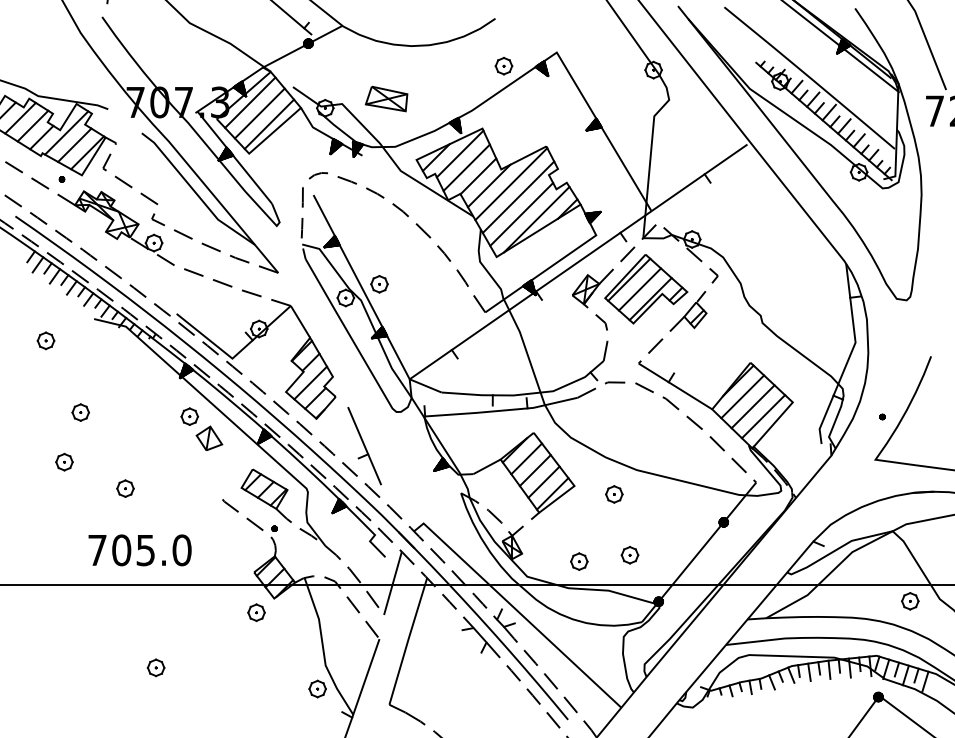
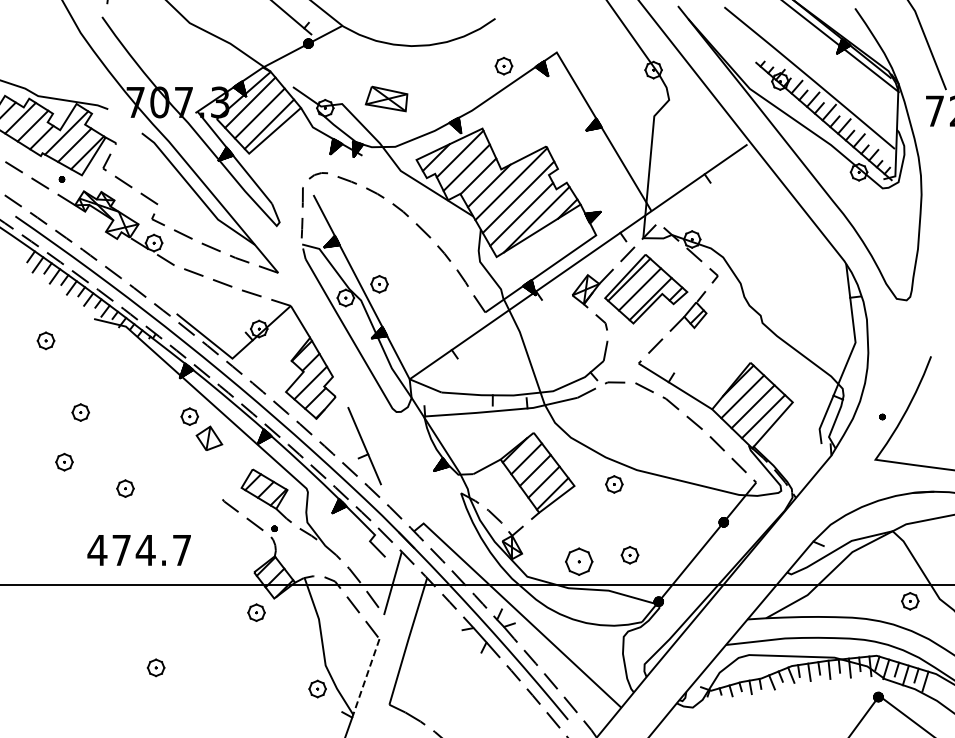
part at (614, 494) position: (614, 494) -> (614, 484)
text at (139, 550): 705.0 -> 474.7
part at (579, 561) size: 19x19 px -> 29x29 px
line at (365, 678): solid -> dashed
